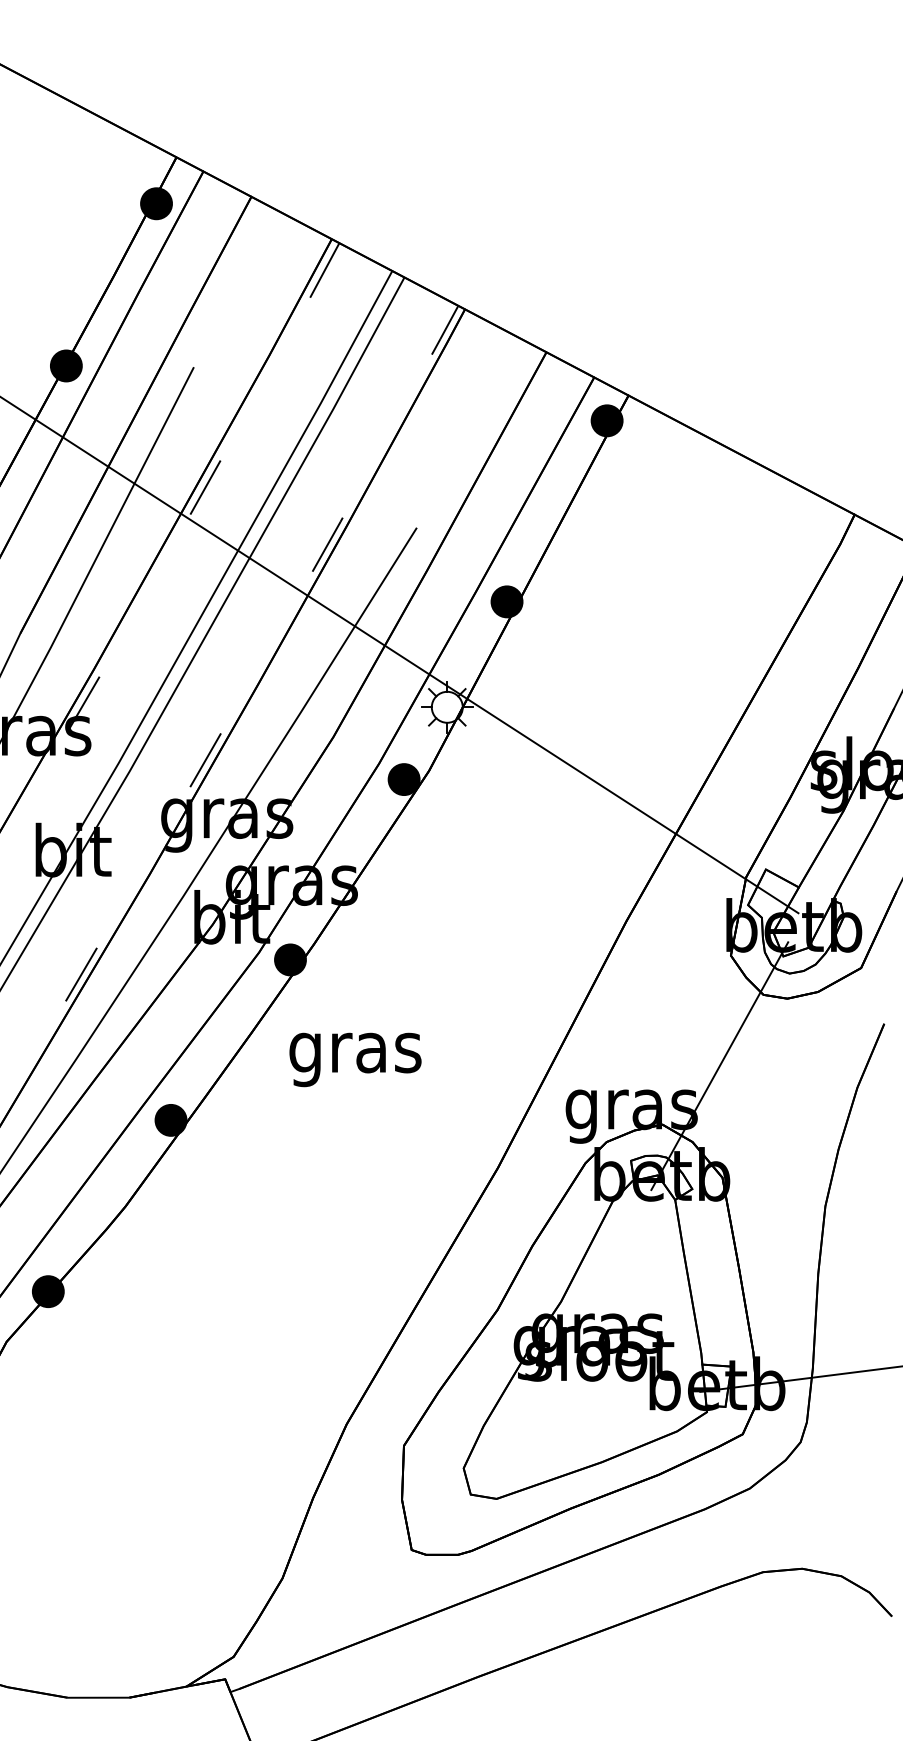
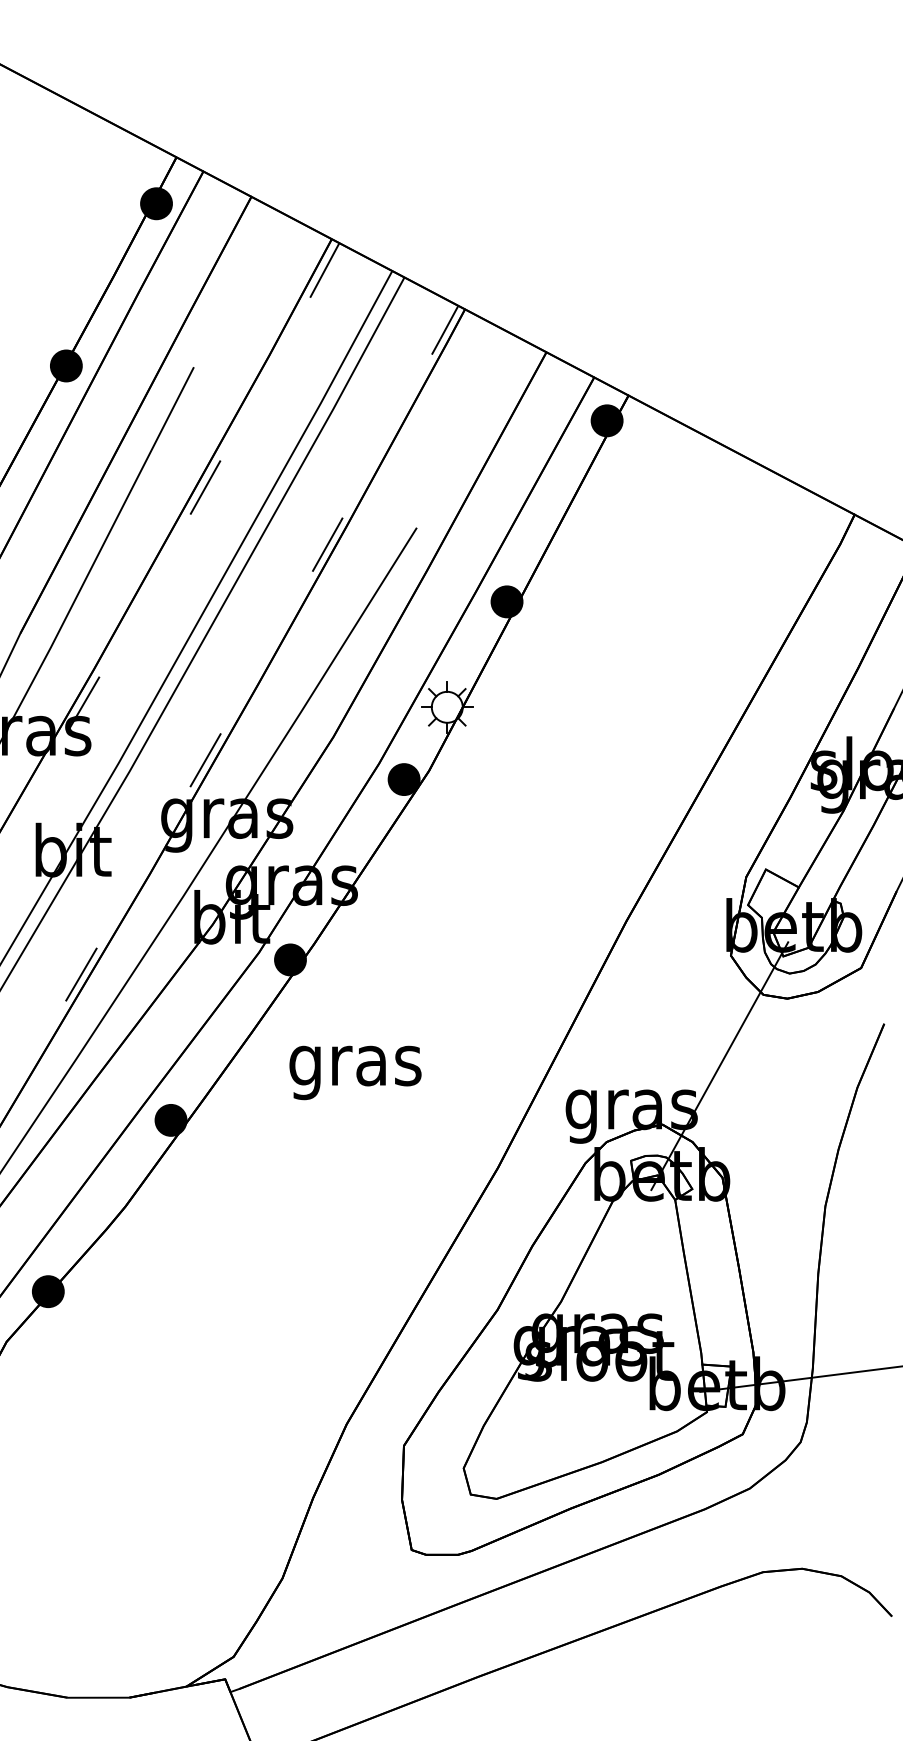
line at (400, 655): present -> none
text at (355, 1059) position: (355, 1059) -> (355, 1072)
